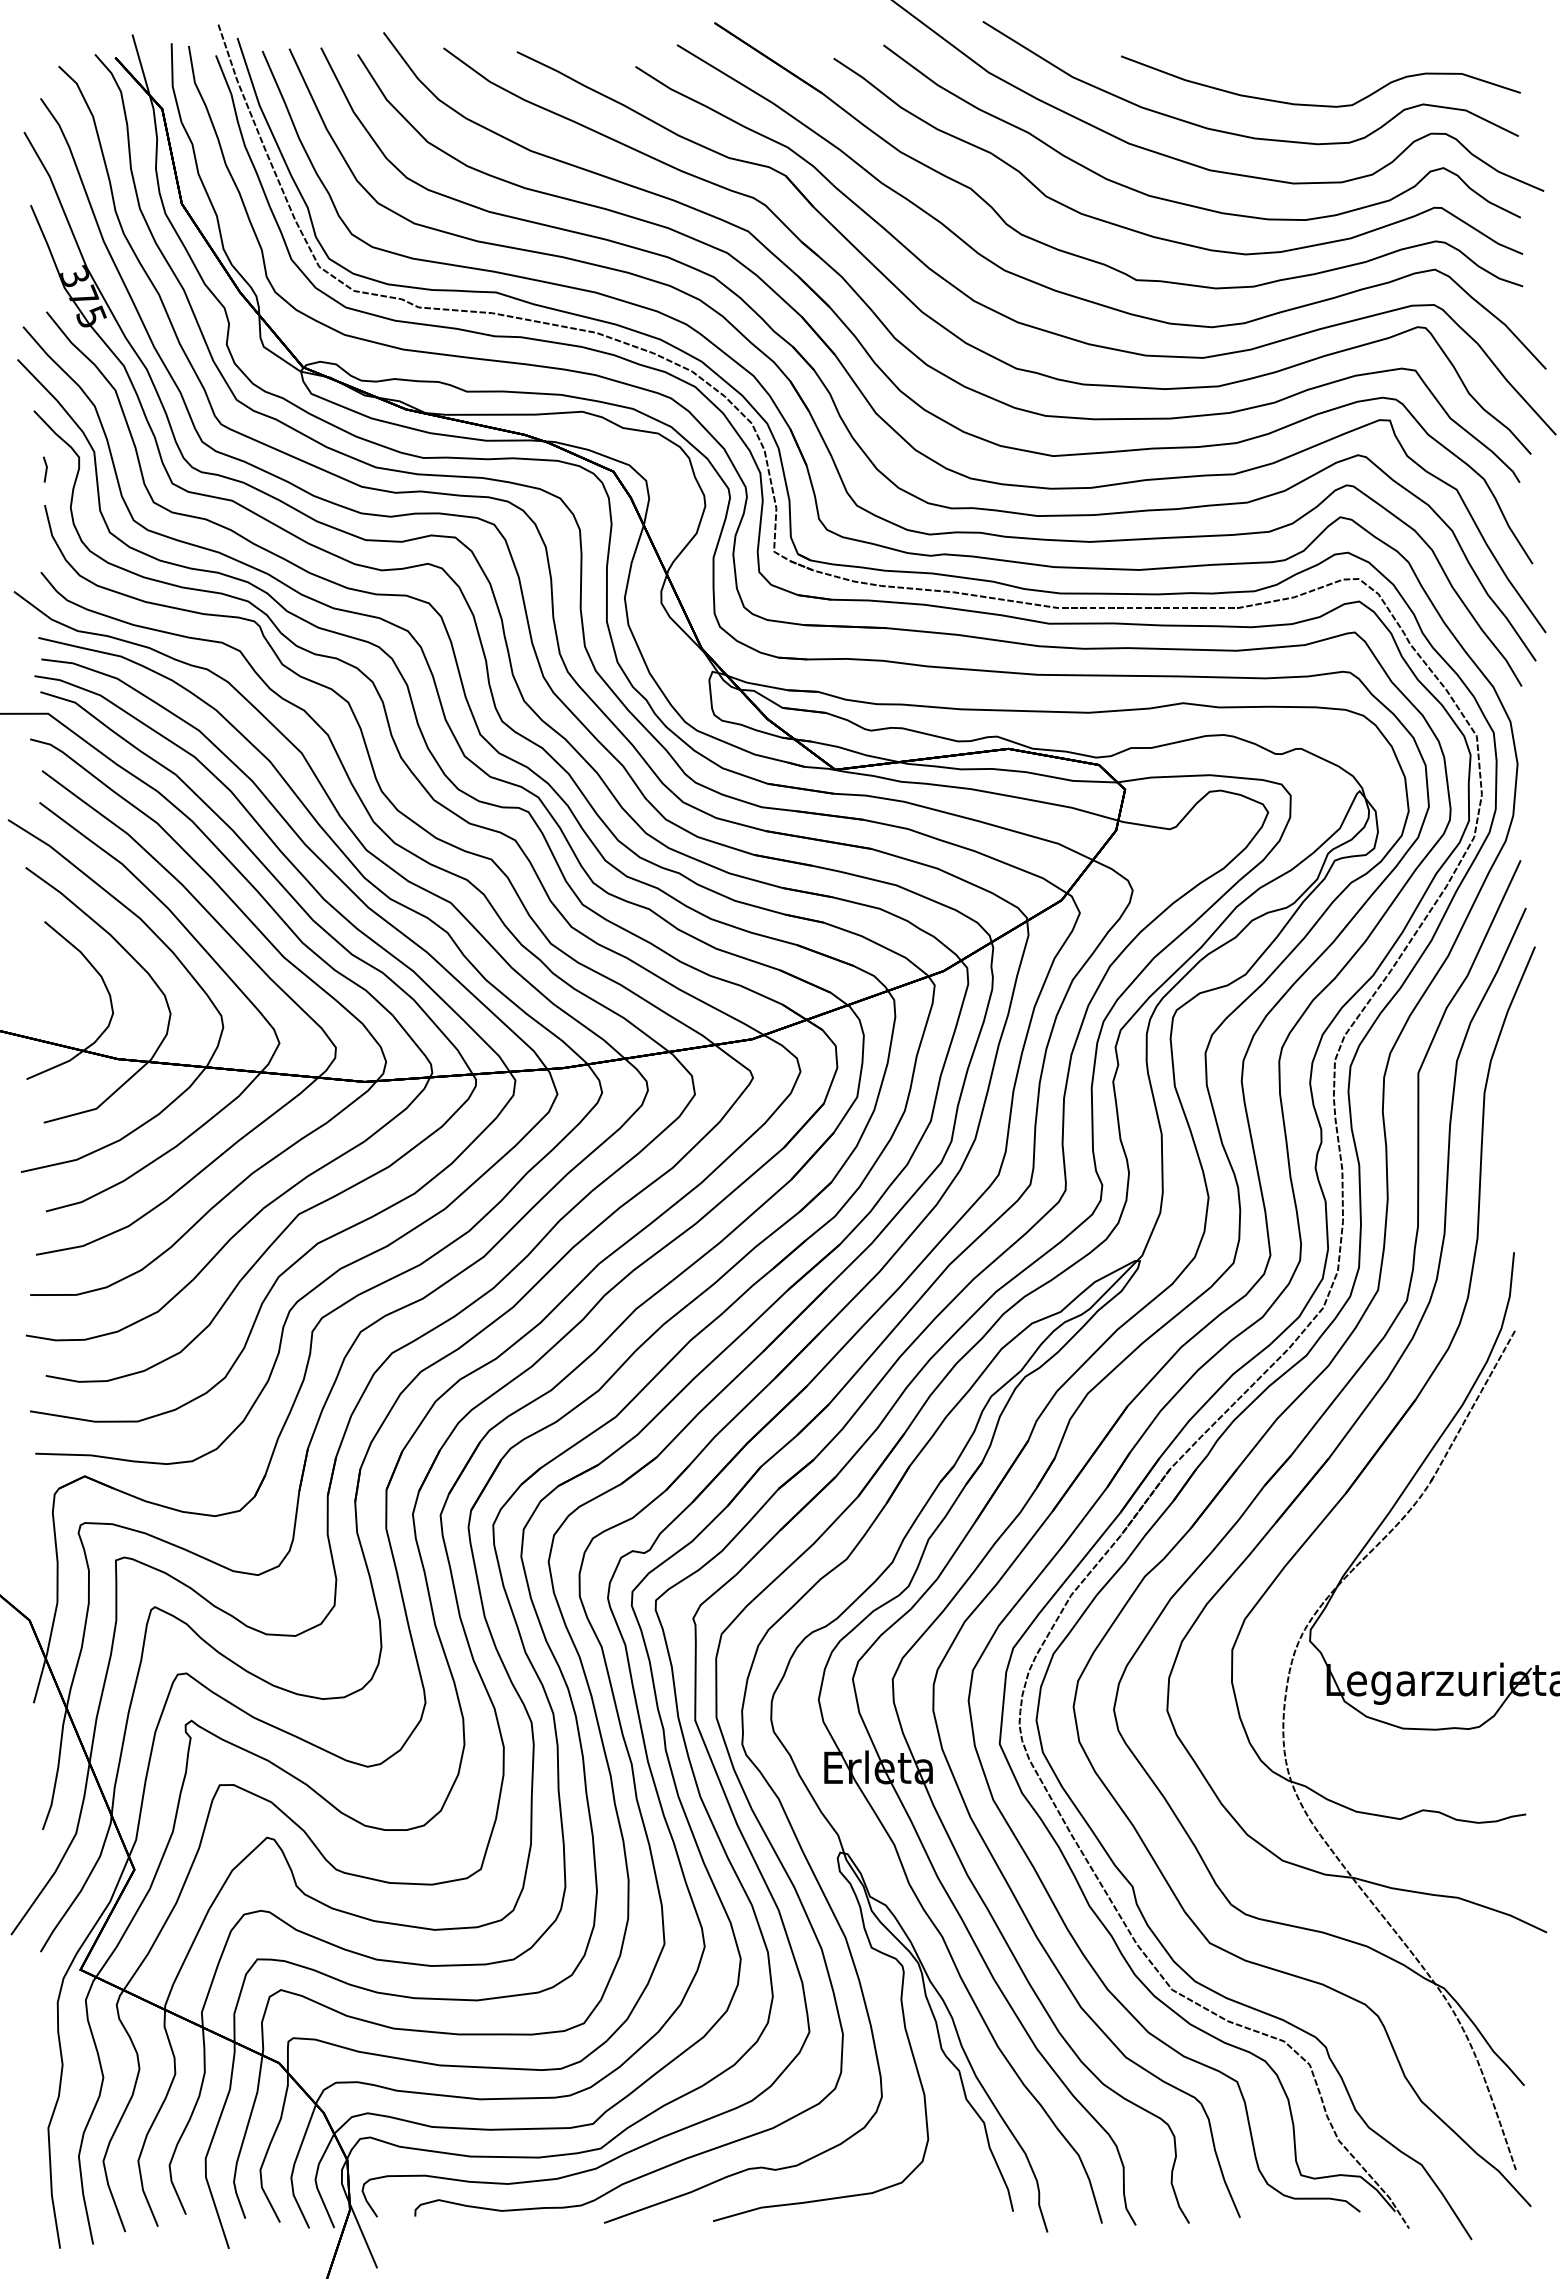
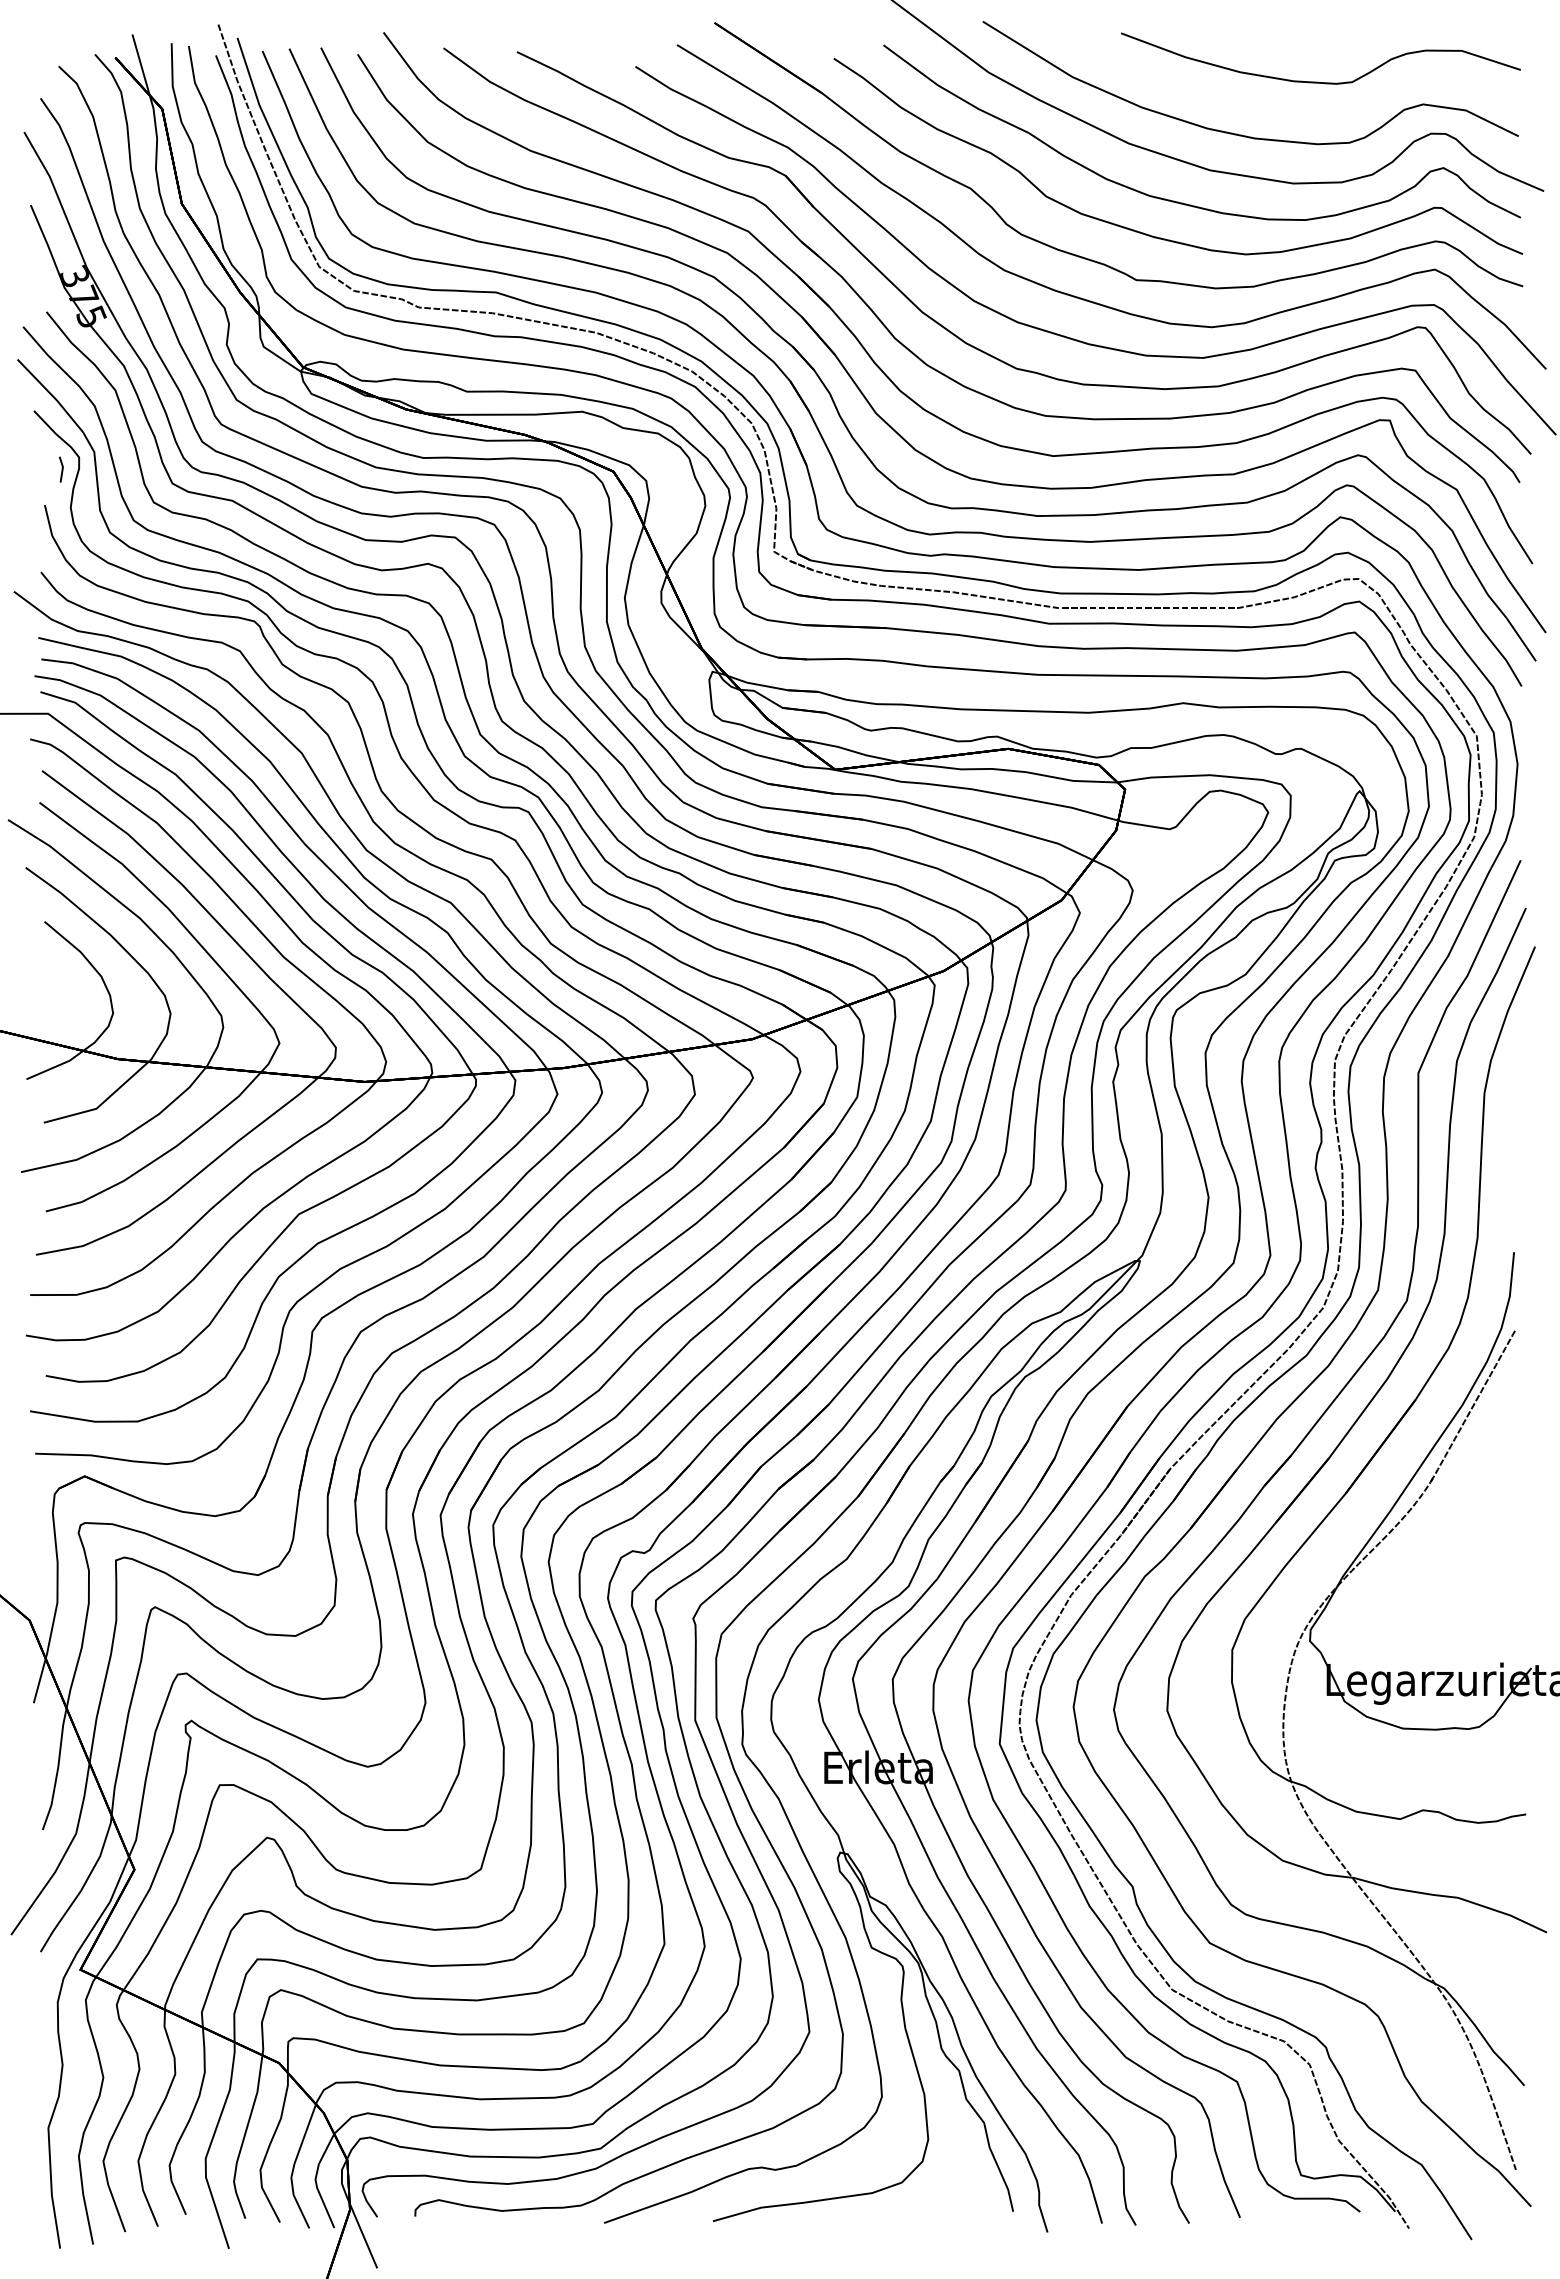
curve at (1318, 104) position: (1318, 104) -> (1318, 81)
line at (45, 469) position: (45, 469) -> (61, 469)
